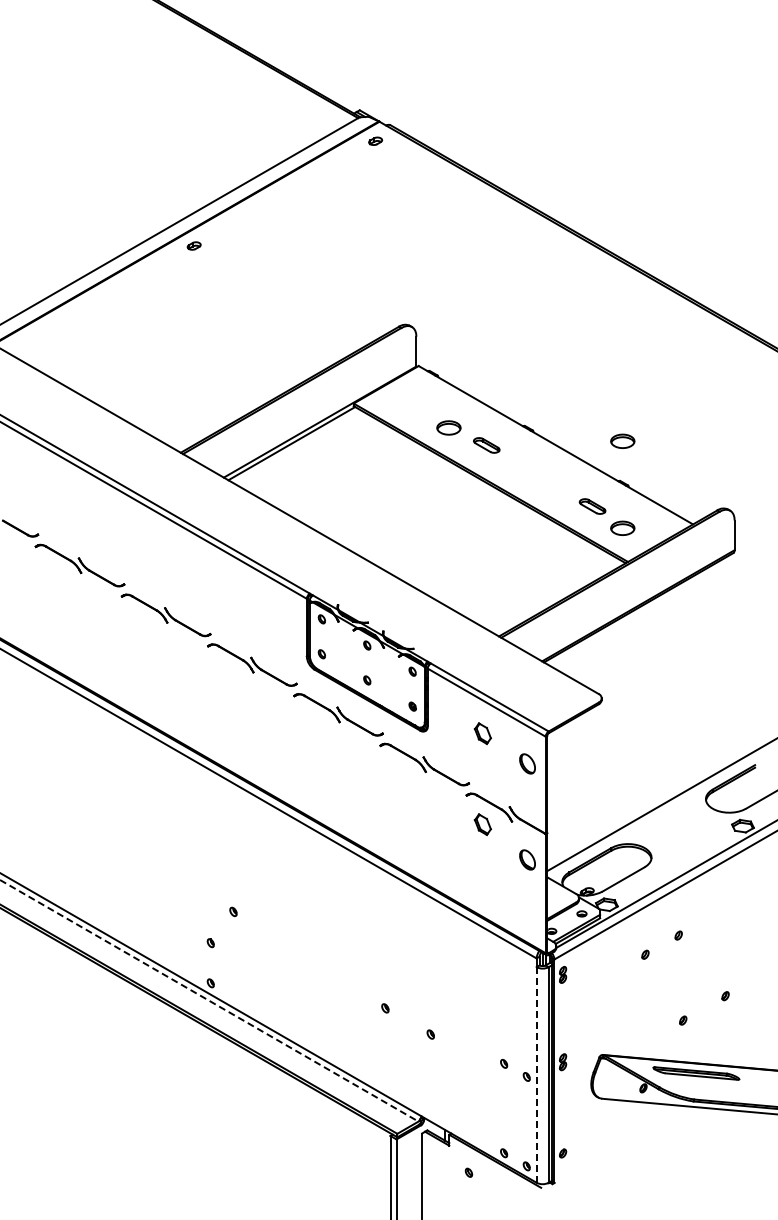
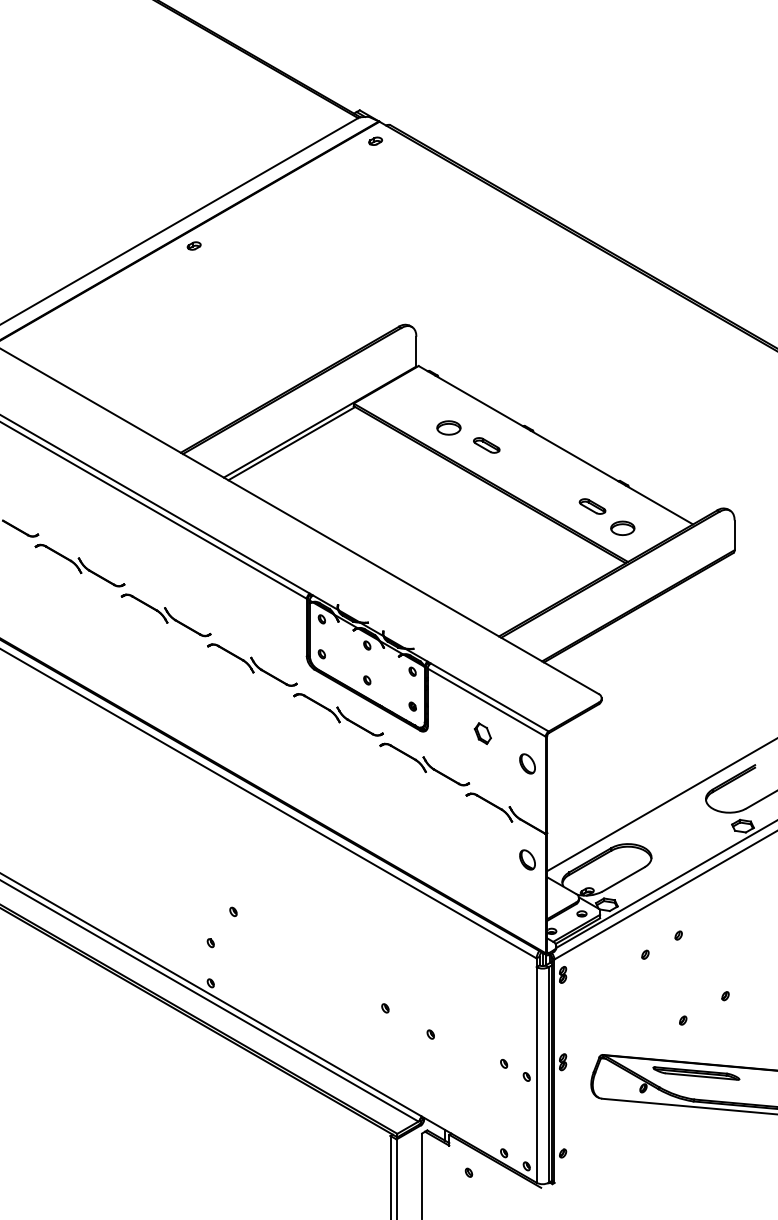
part at (622, 440): present -> none
part at (482, 824): present -> none
line at (209, 1001): dashed -> solid
line at (536, 1074): dashed -> solid
